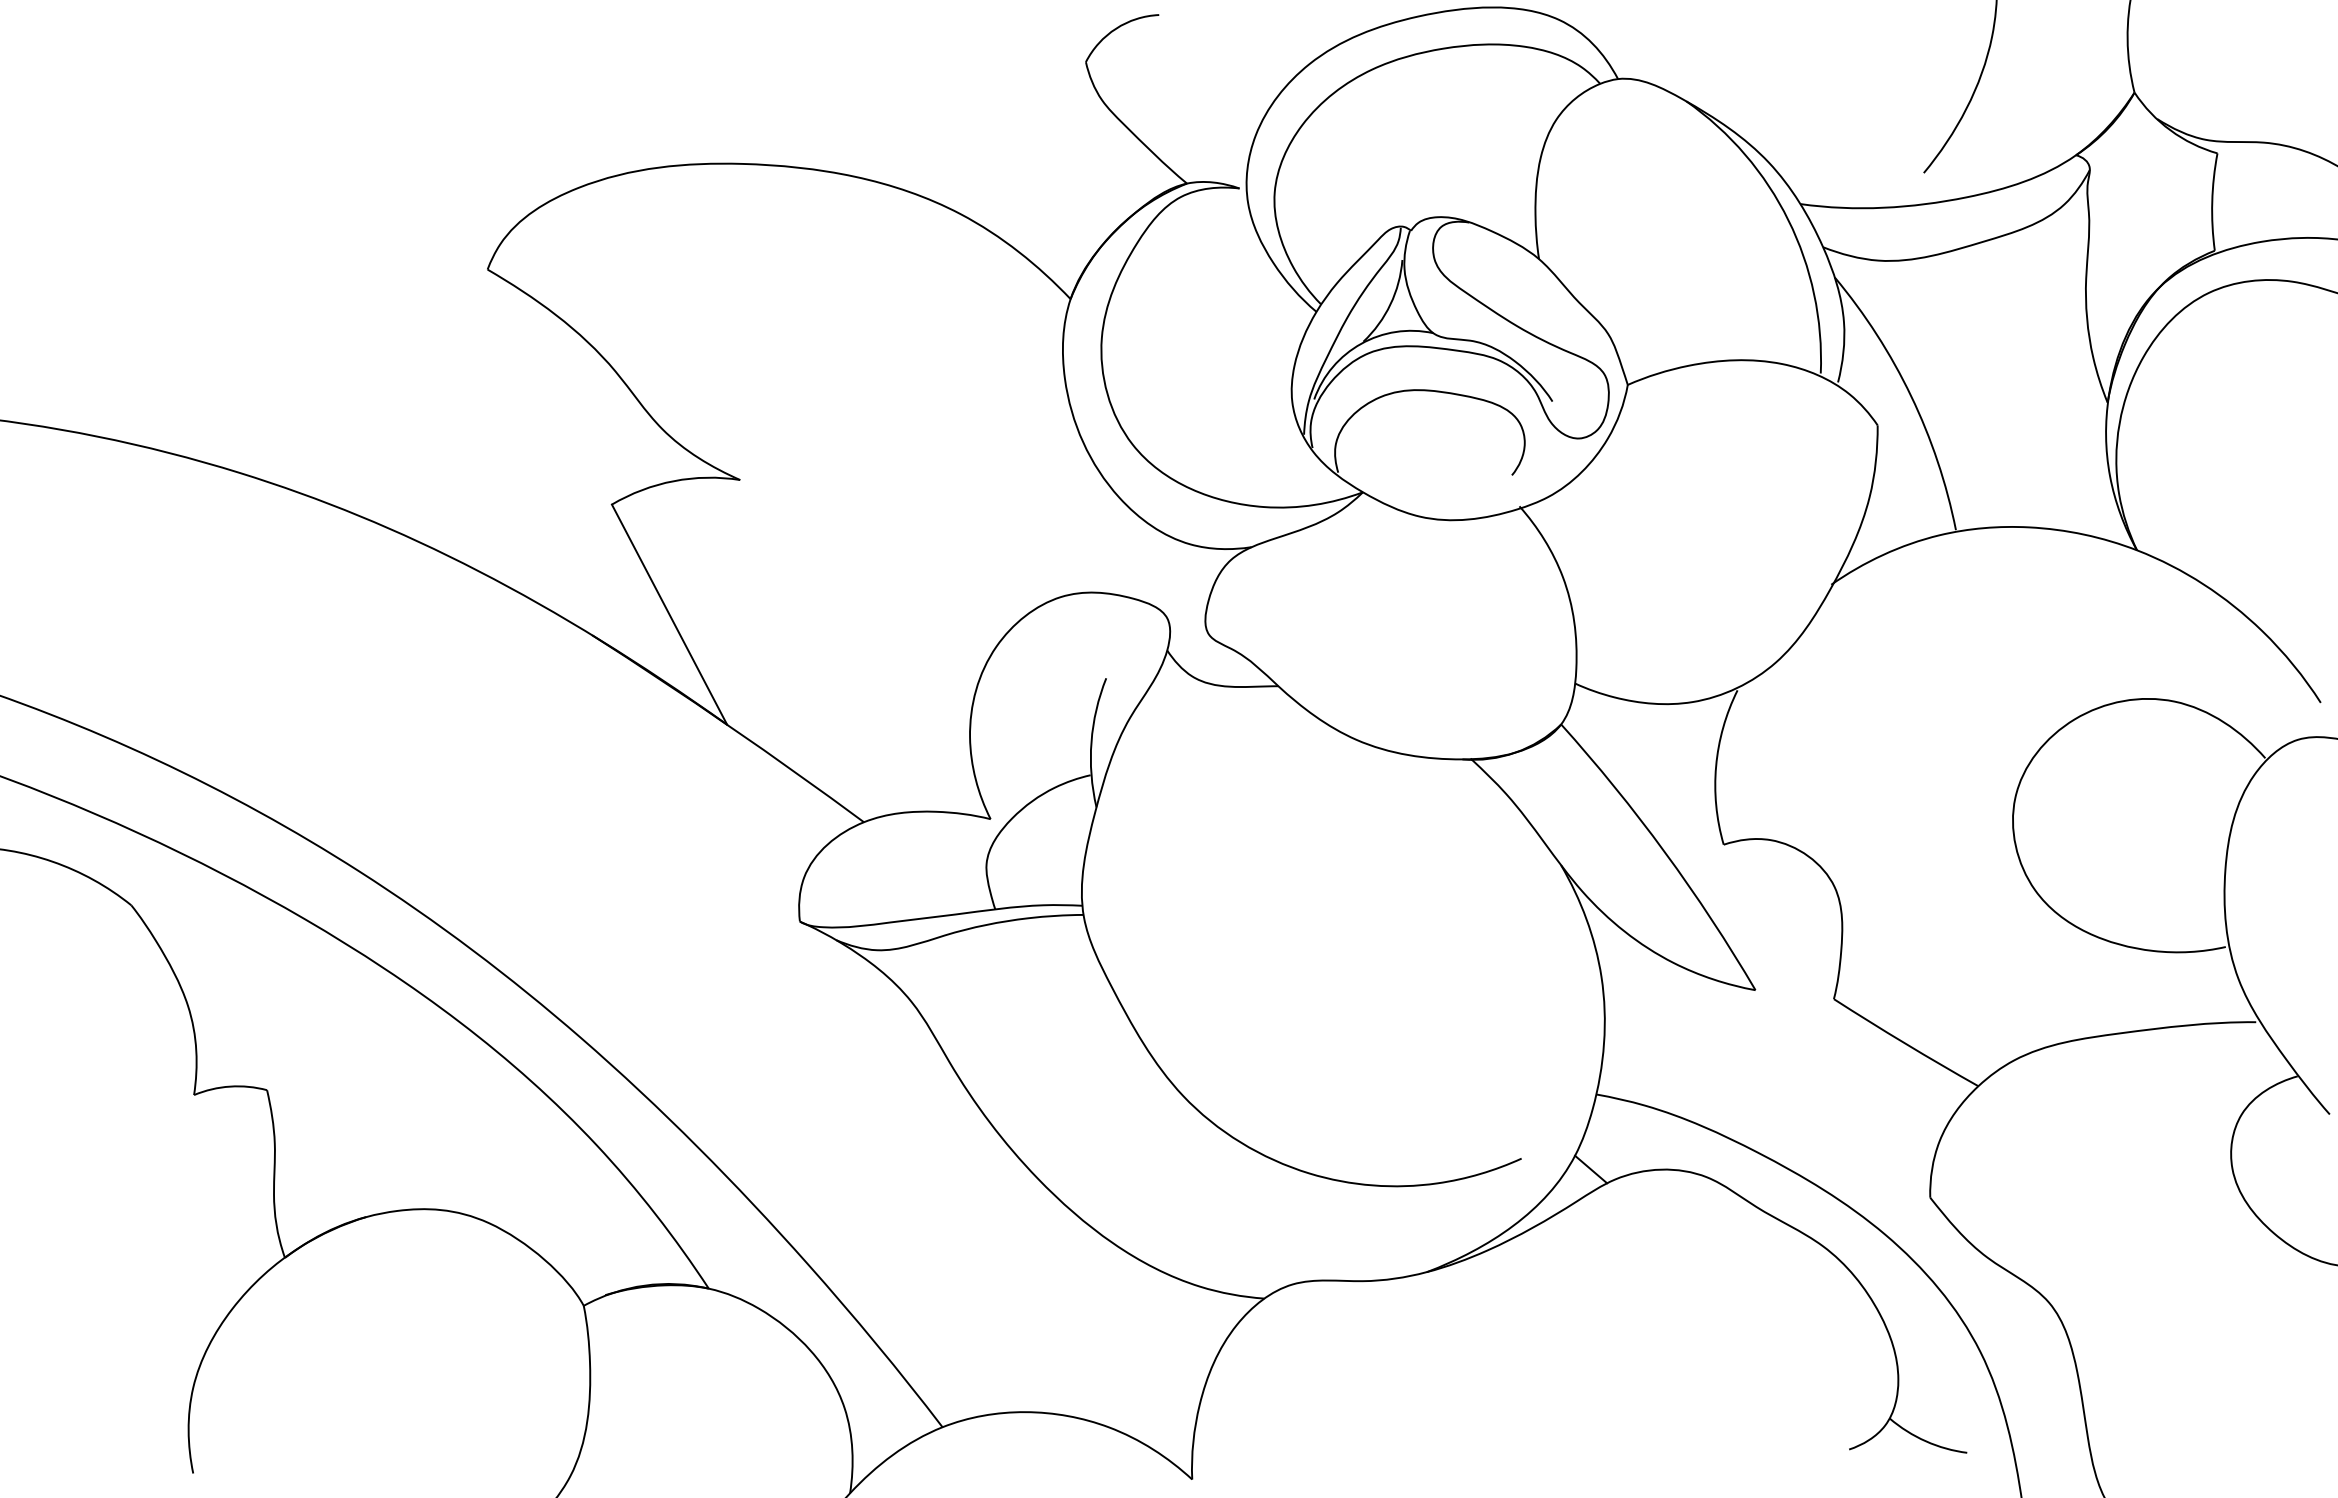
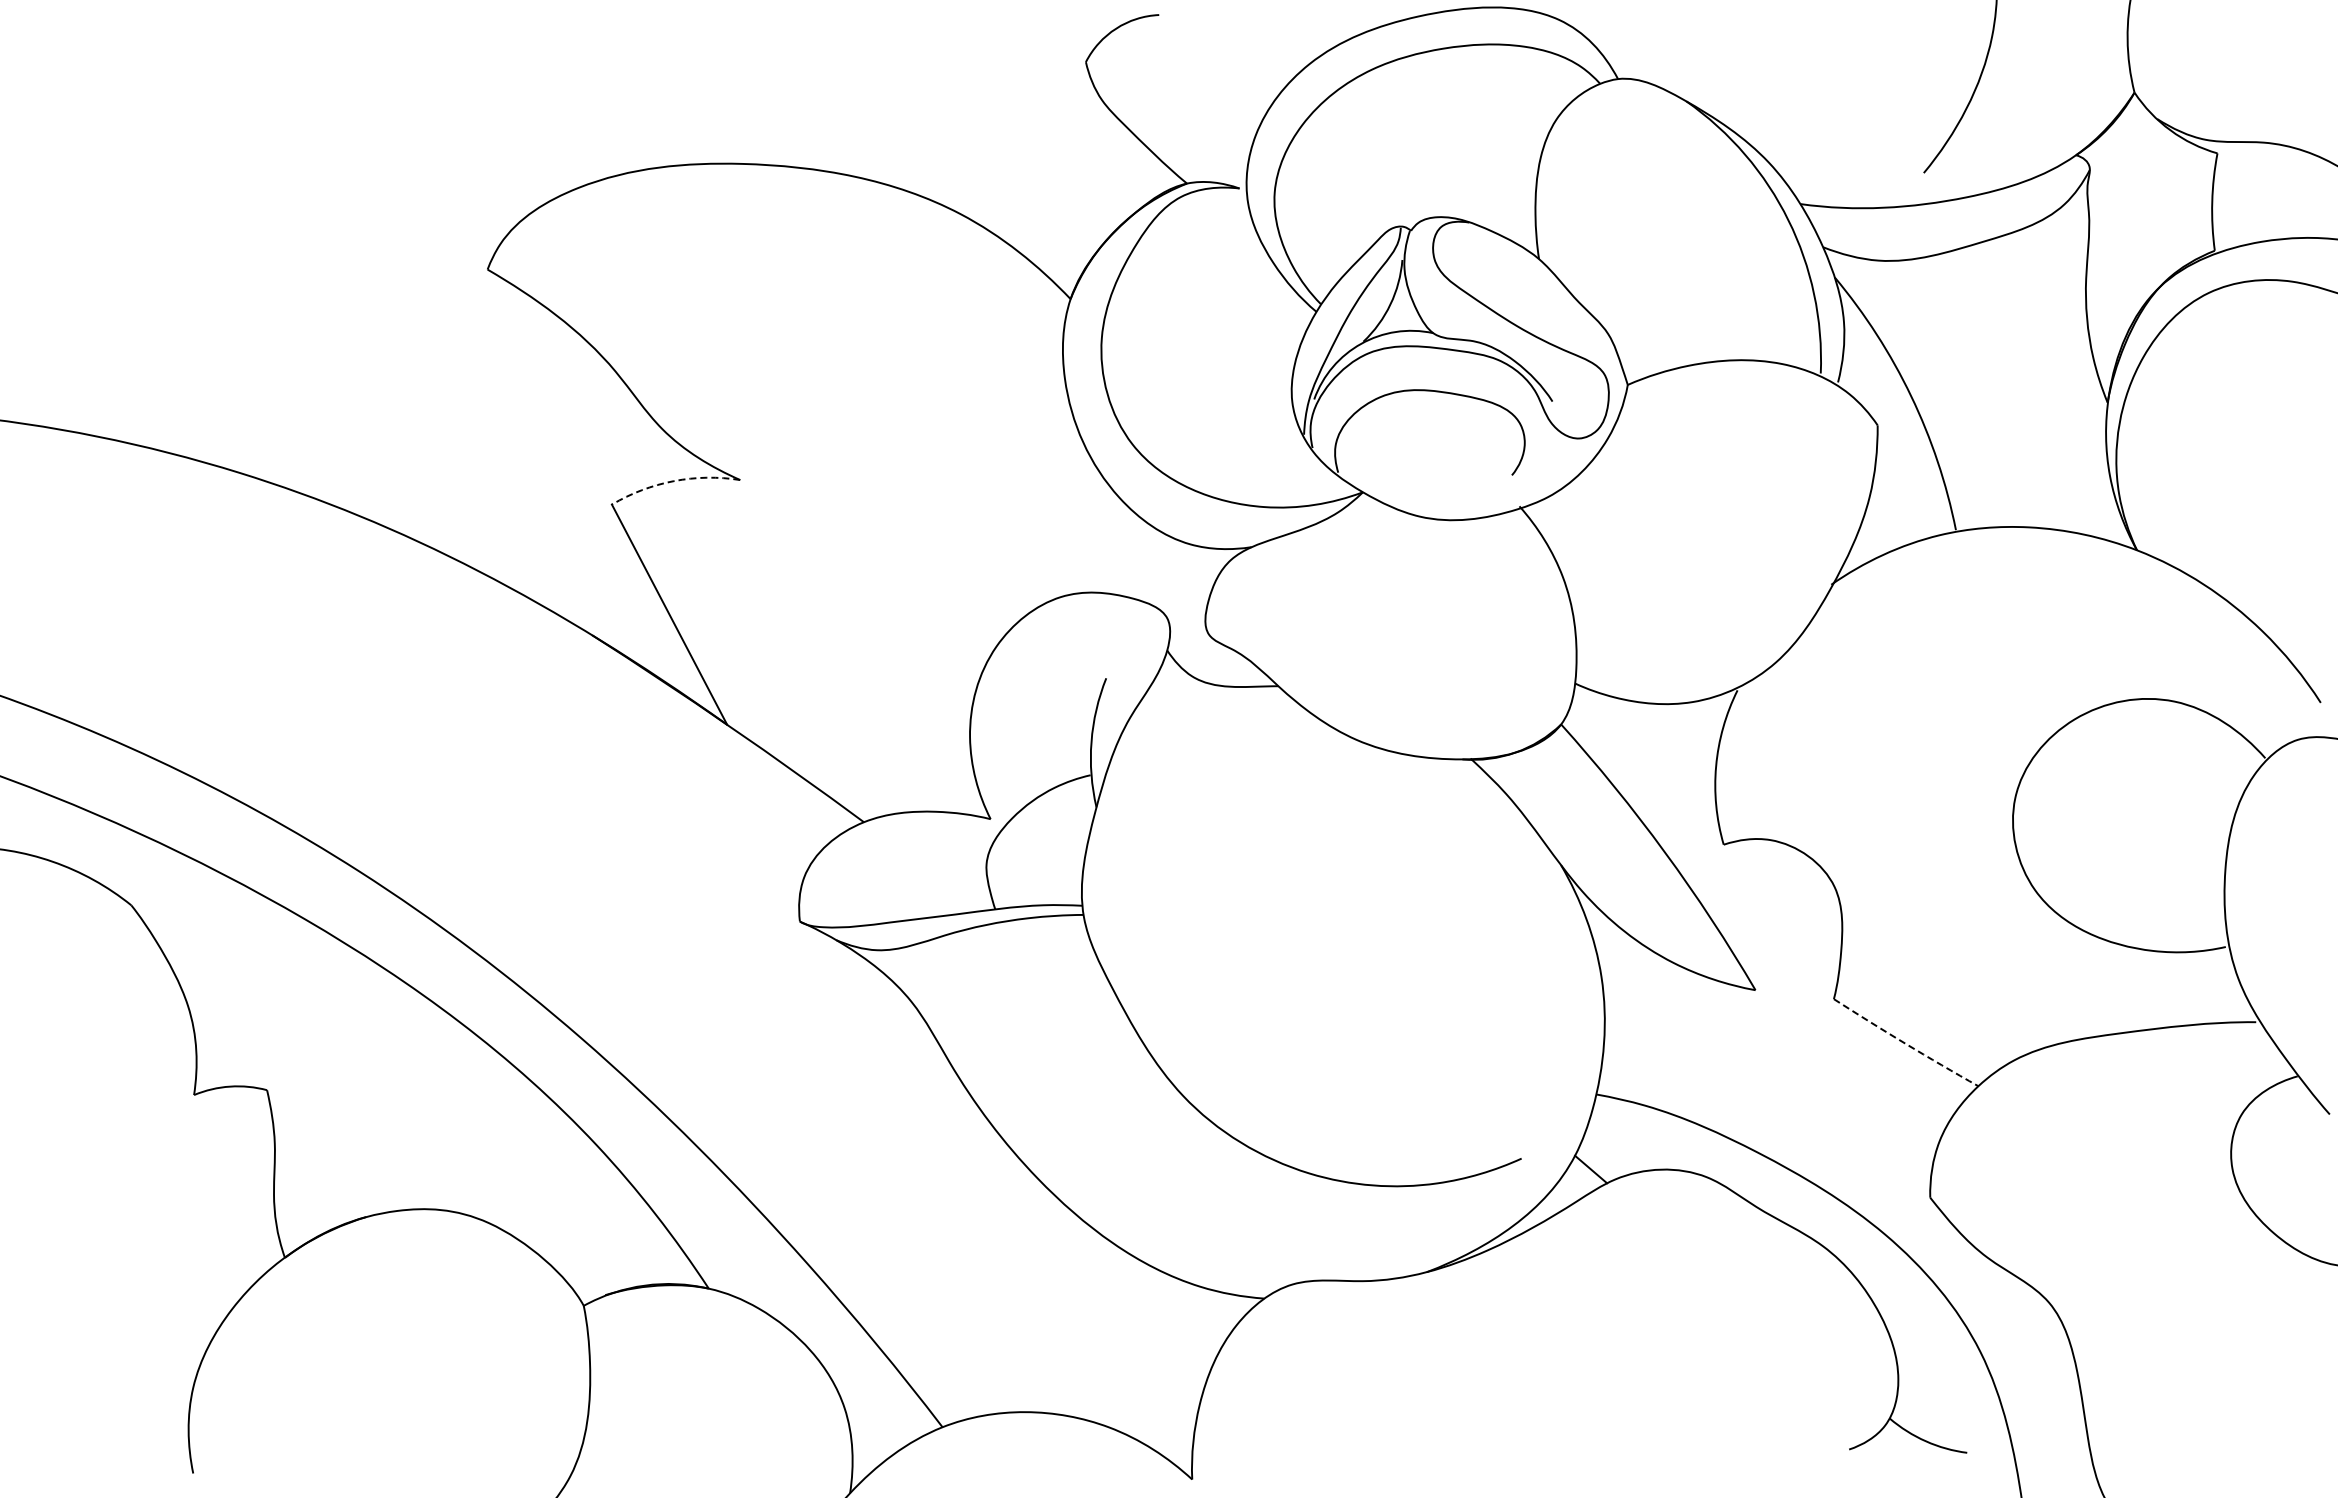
arc at (673, 481): solid -> dashed
arc at (1905, 1043): solid -> dashed
